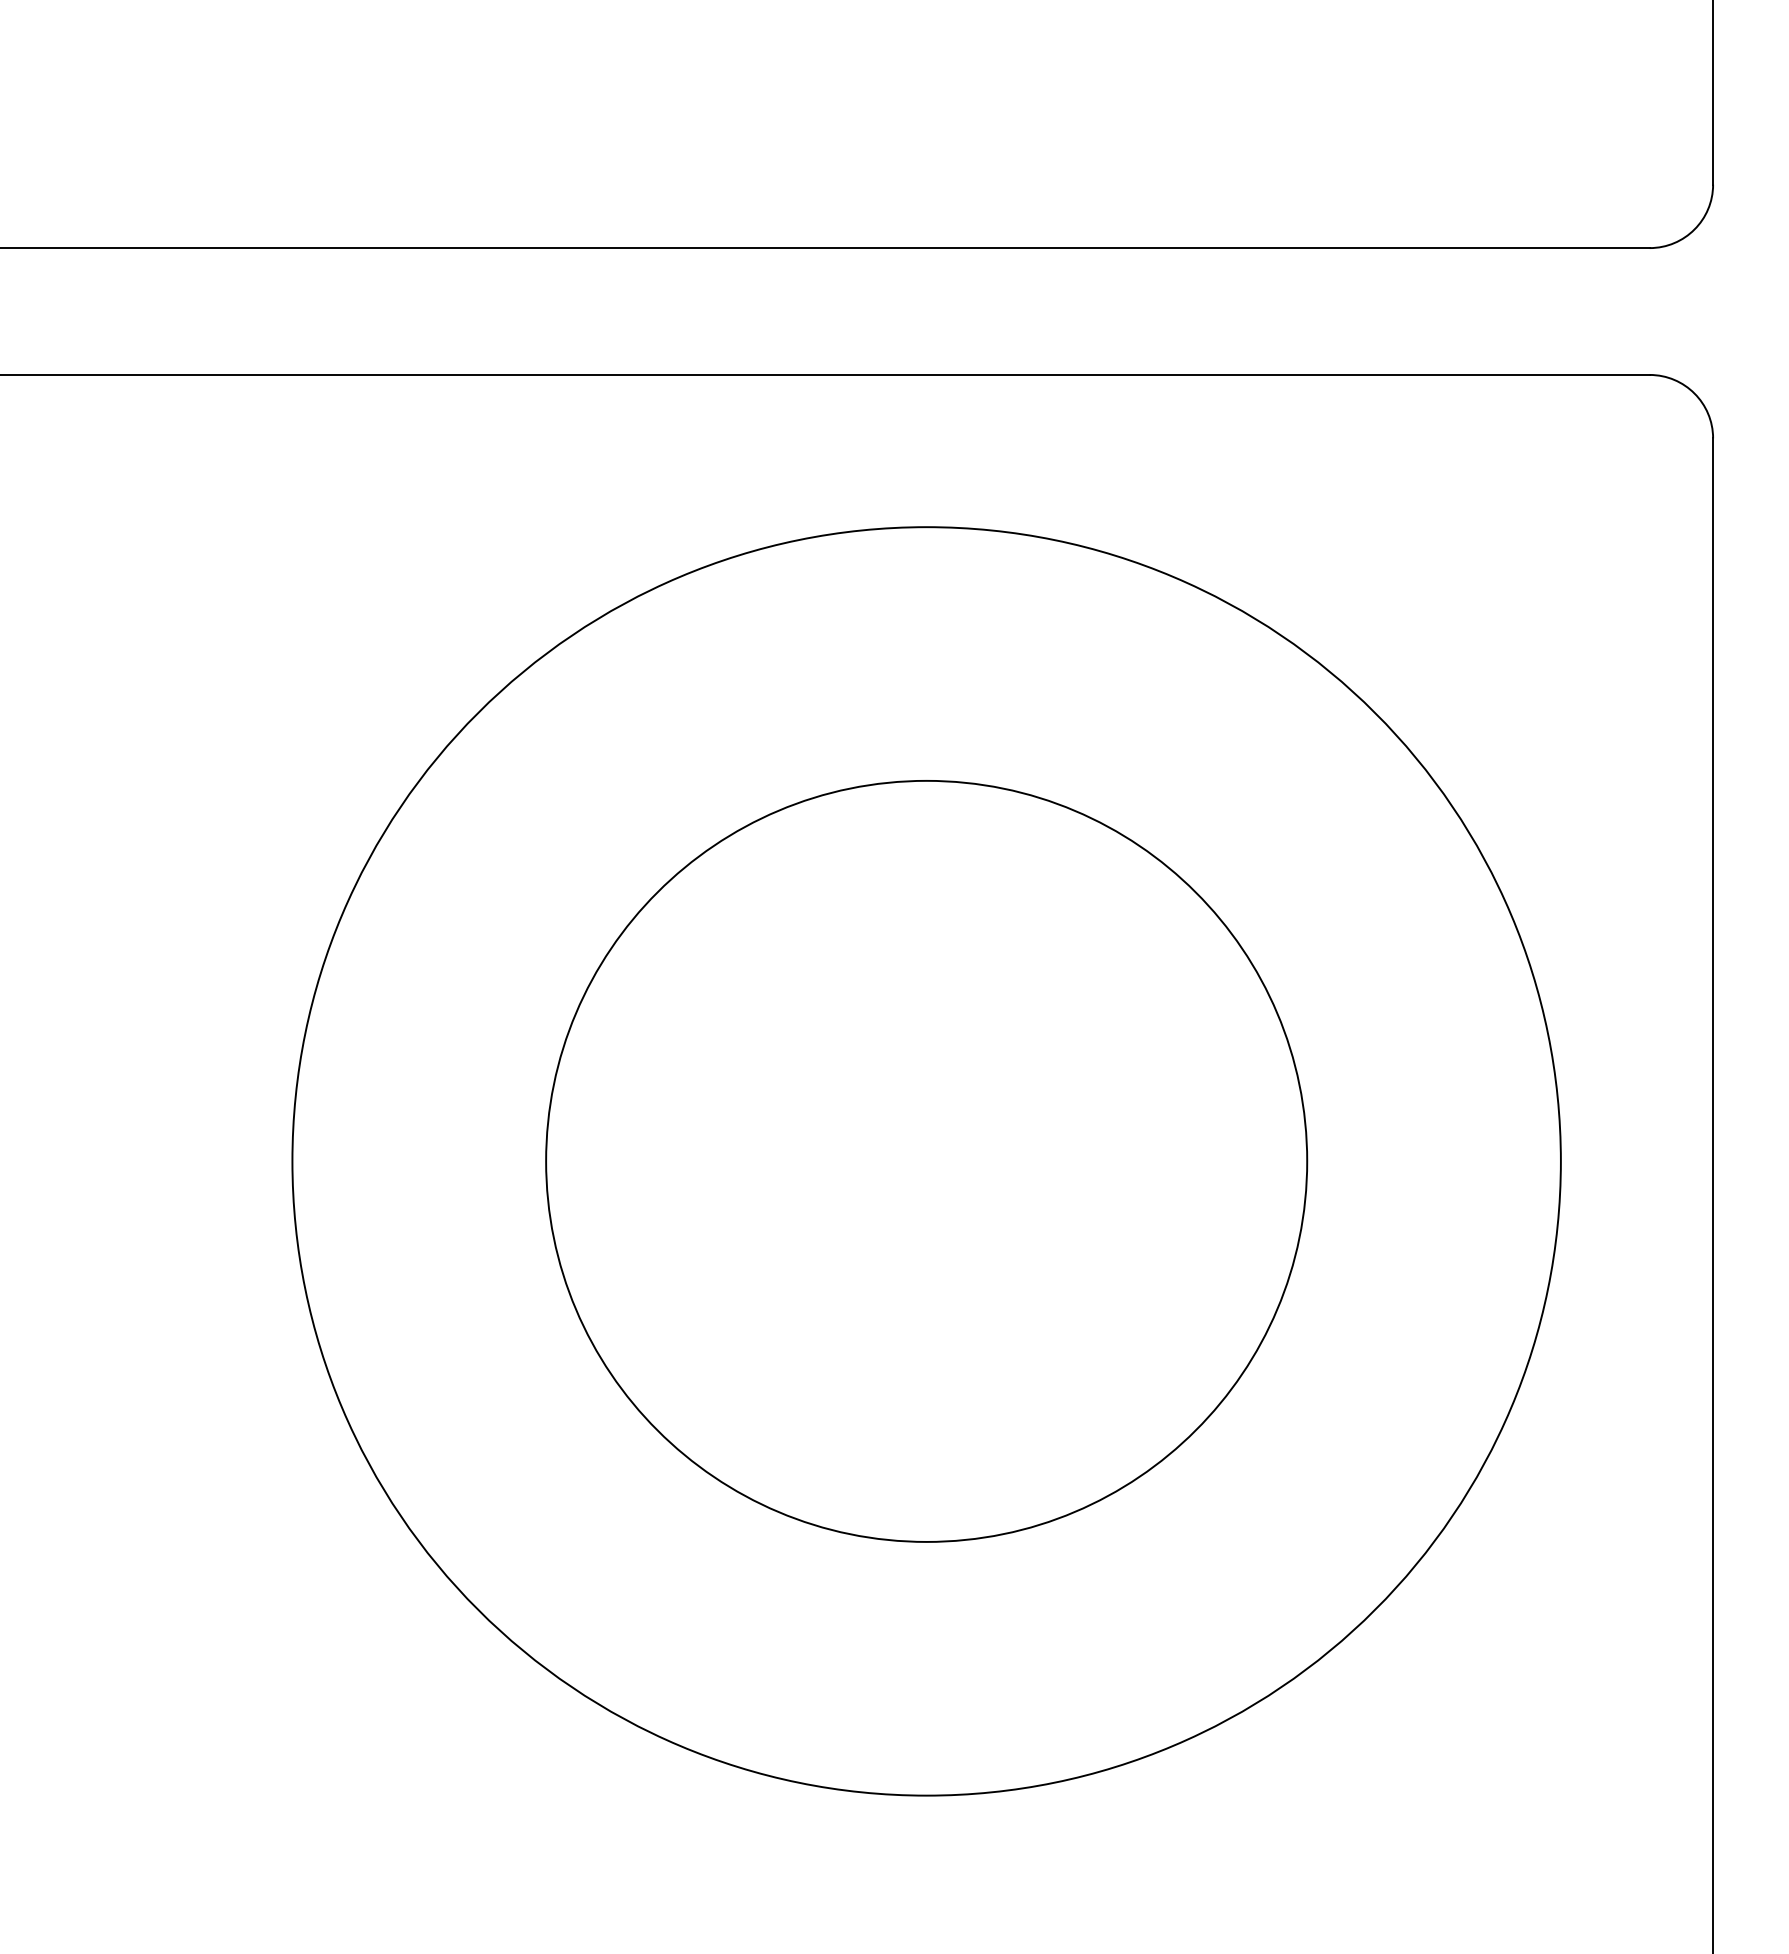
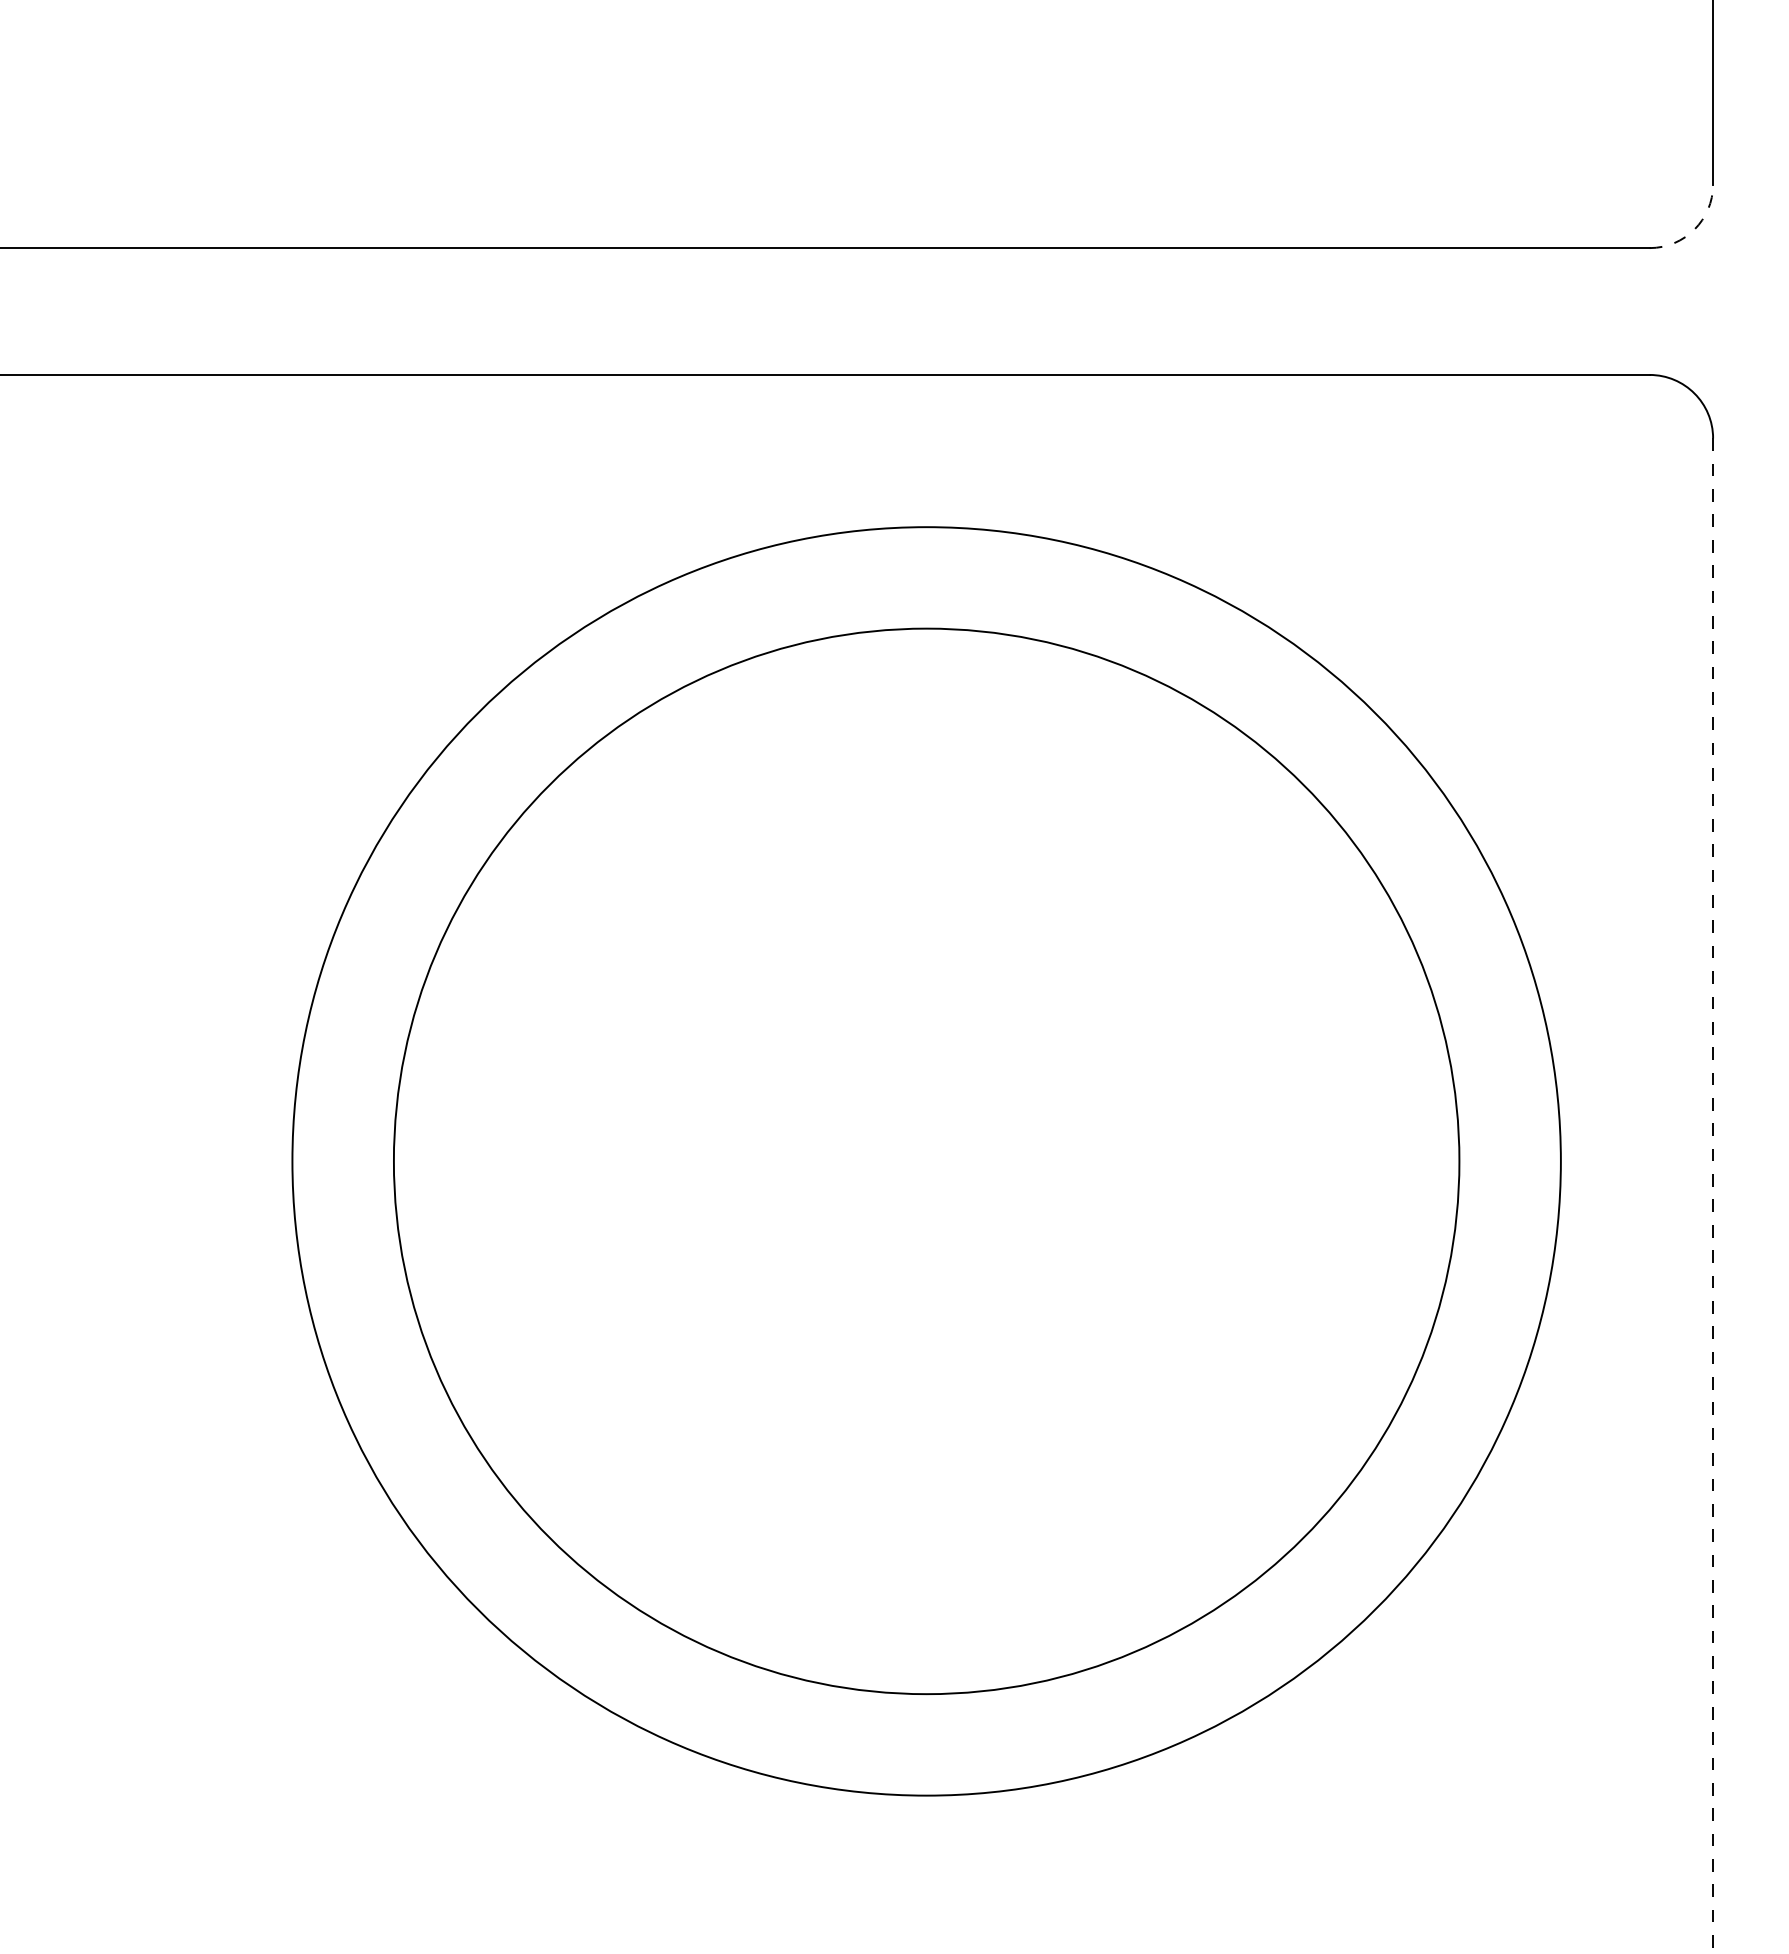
arc at (1694, 229): solid -> dashed
circle at (926, 1160) diameter: 761 px -> 1066 px
line at (1713, 1195): solid -> dashed
